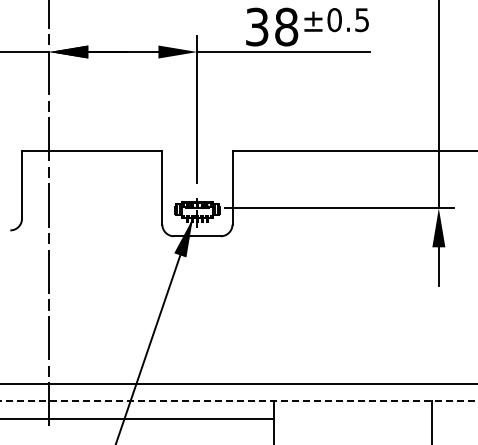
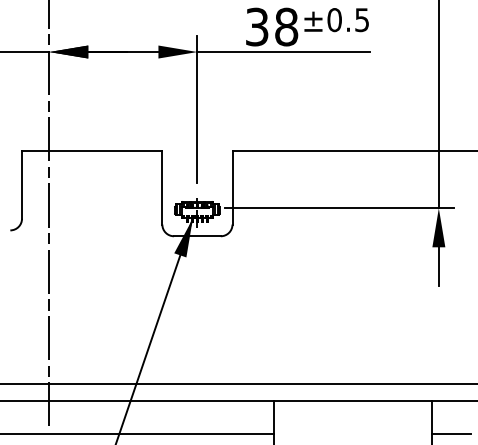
line at (239, 400): dashed -> solid
line at (137, 419) position: (137, 419) -> (137, 434)
line at (450, 434): none -> present
